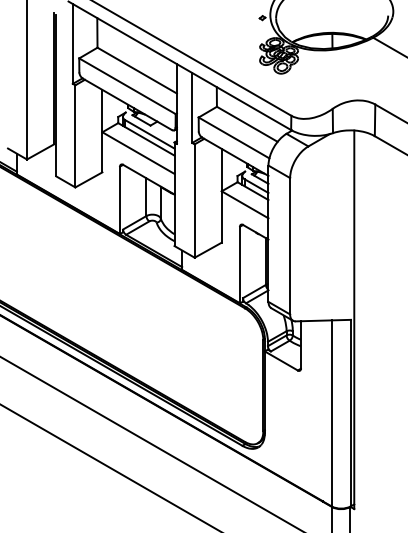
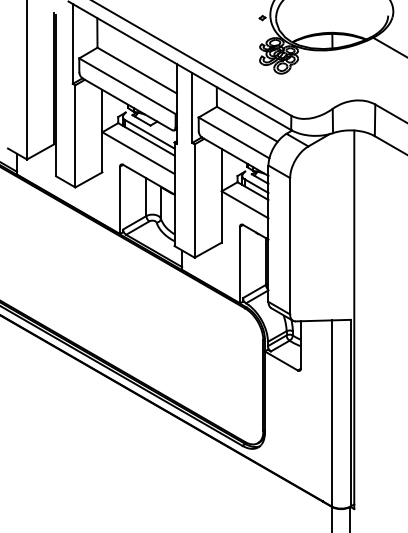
line at (150, 443): present -> none
line at (109, 467): present -> none
